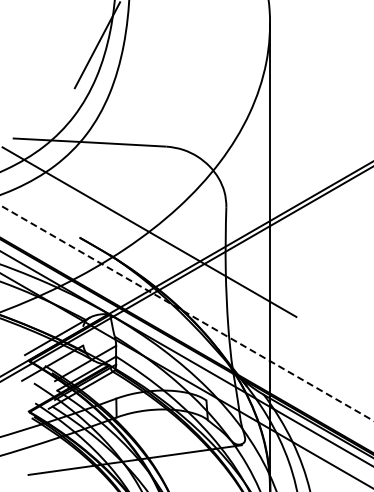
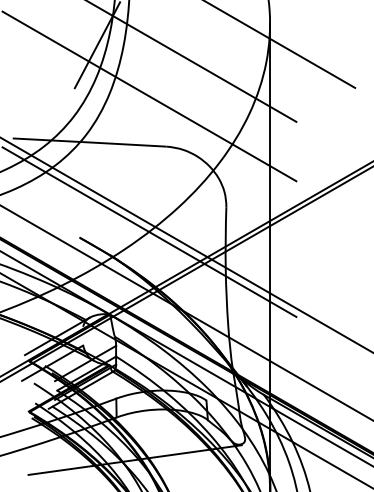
line at (280, 44): none -> present
line at (192, 61): none -> present
line at (149, 96): none -> present
line at (186, 244): none -> present
line at (187, 313): dashed -> solid
